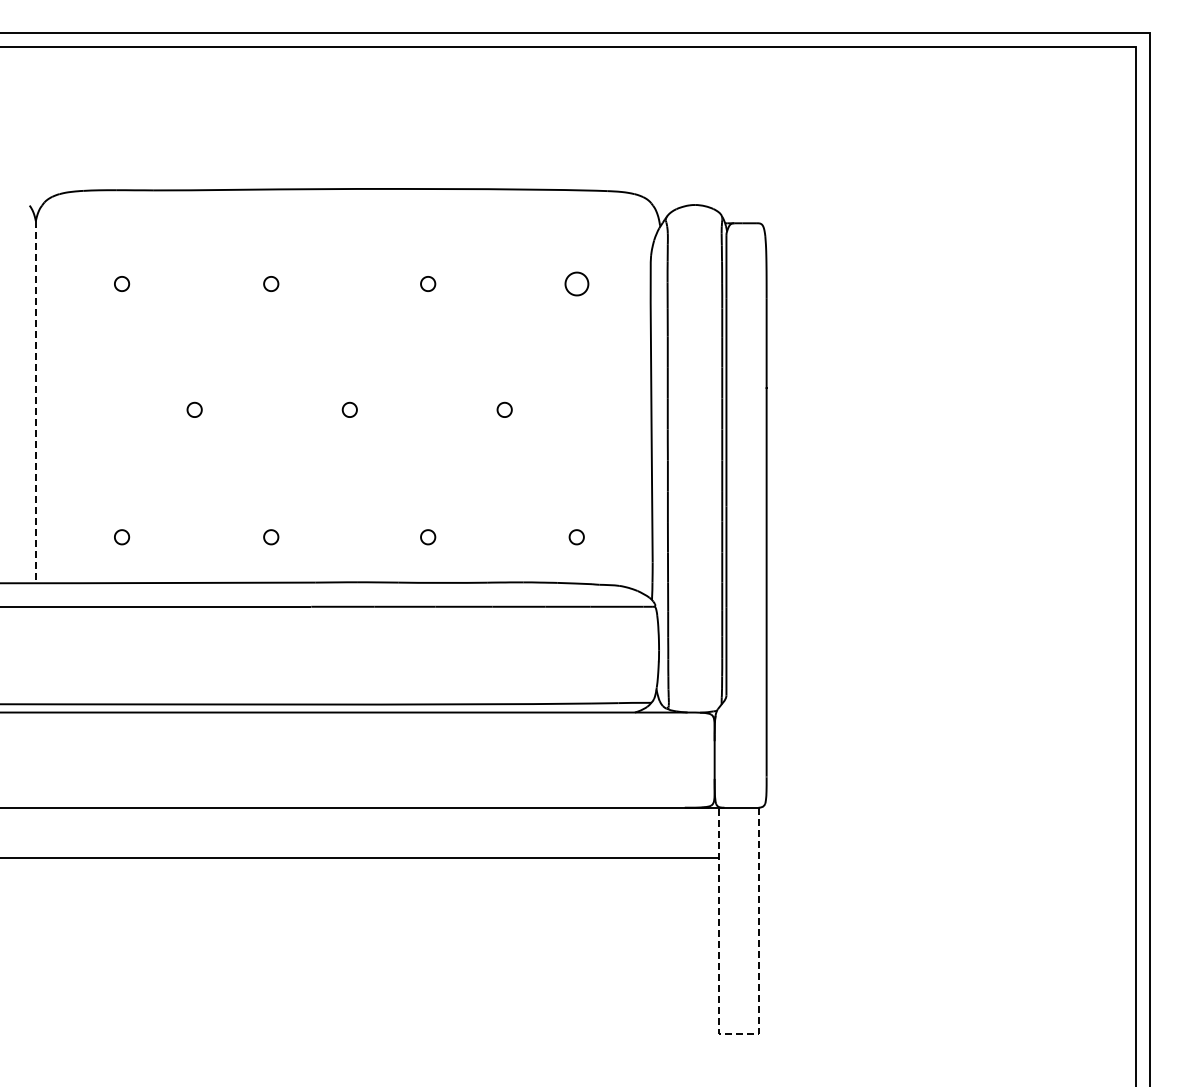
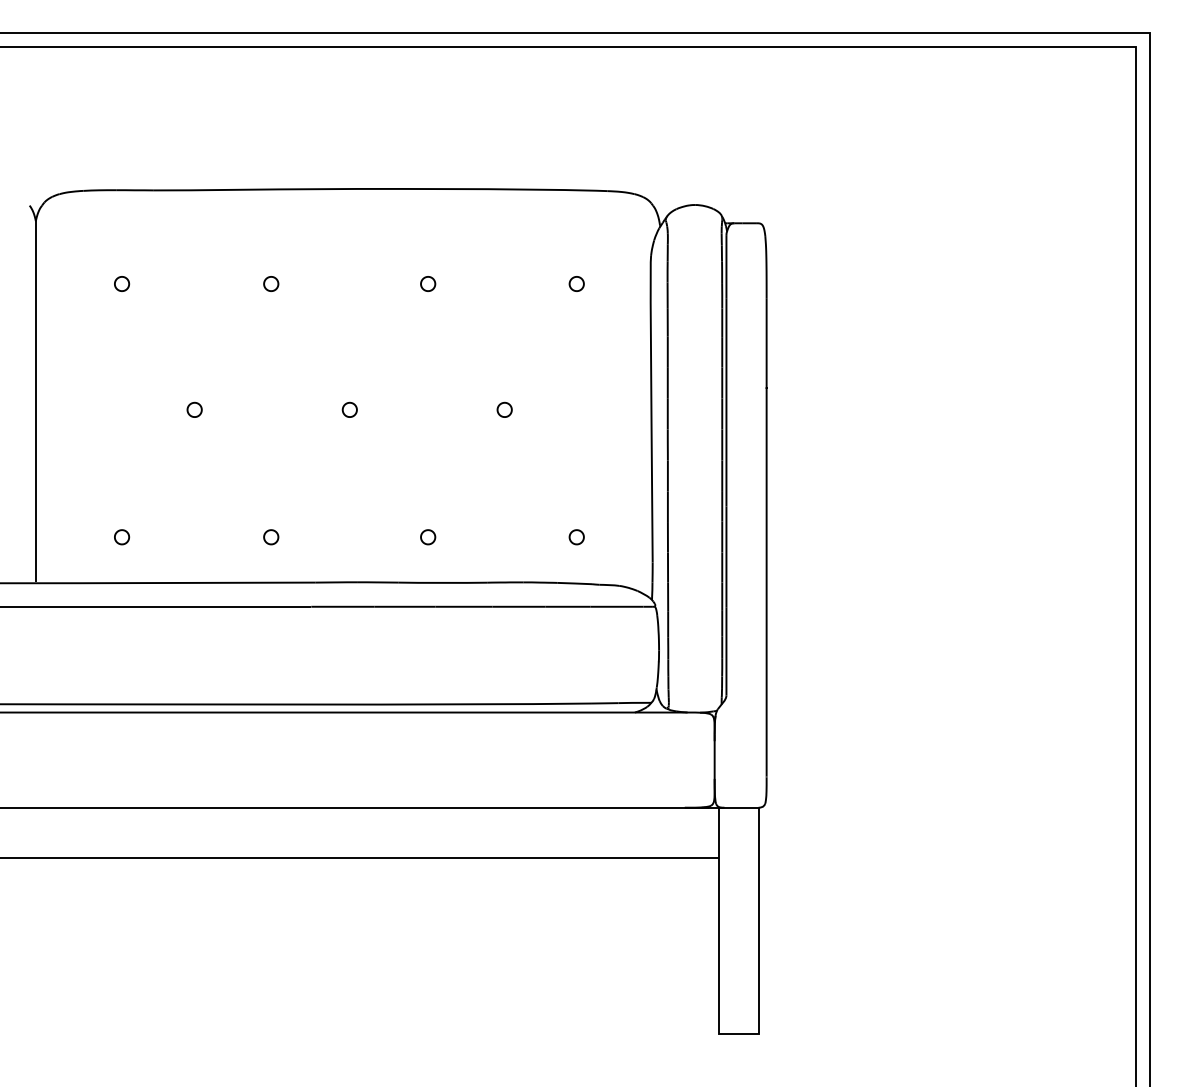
part at (576, 283) size: 26x26 px -> 17x16 px
line at (35, 401): dashed -> solid
line at (738, 1033): dashed -> solid
